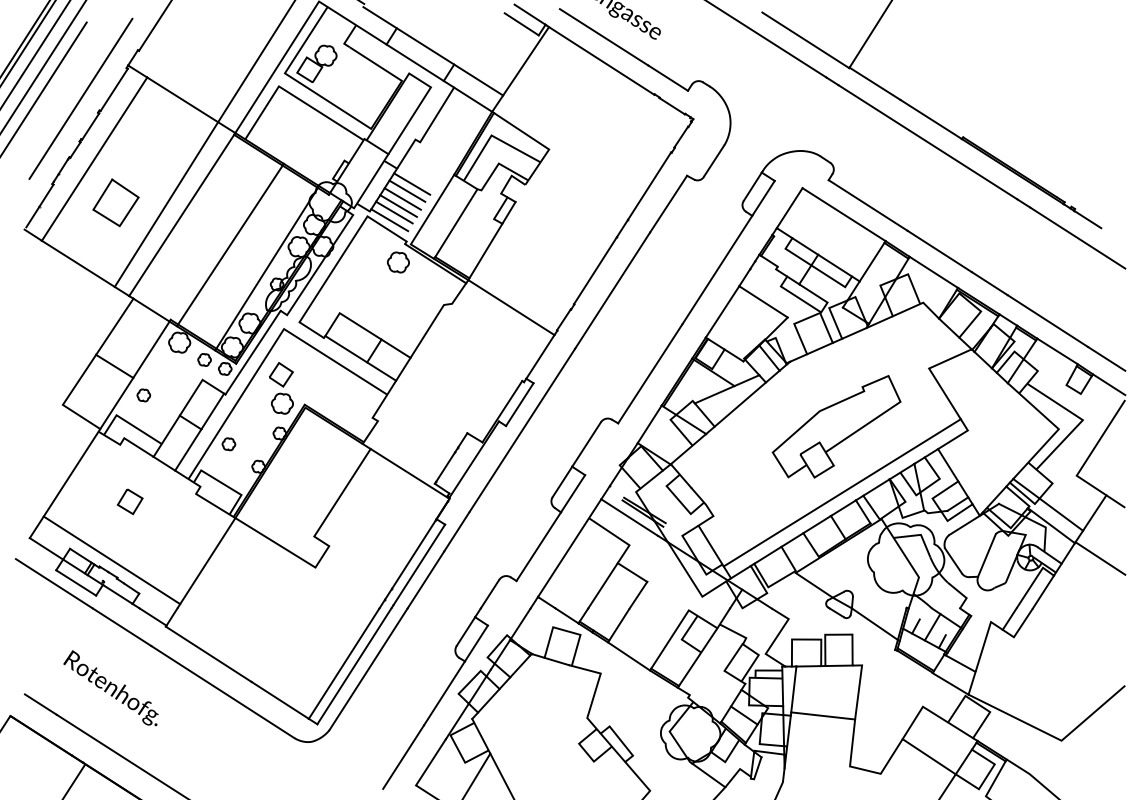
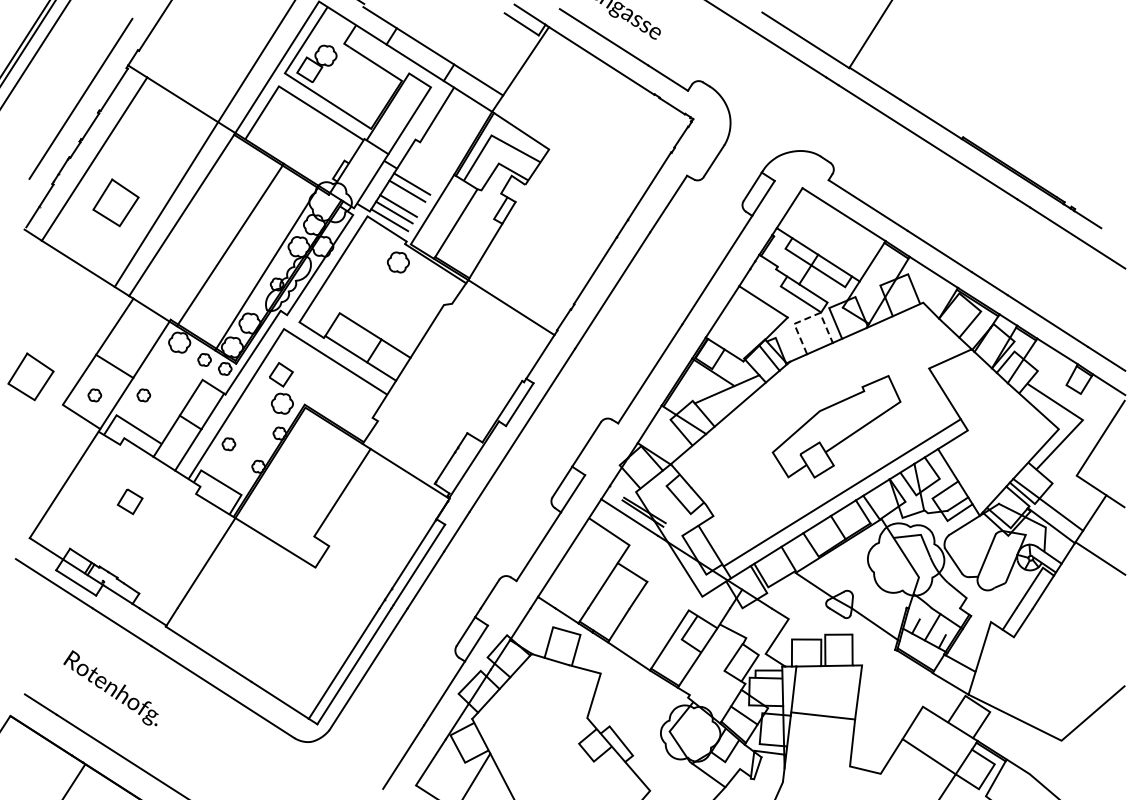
line at (43, 66): present -> none
line at (44, 87): present -> none
line at (402, 198): present -> none
line at (807, 318): solid -> dashed
part at (30, 376): none -> present
part at (94, 395): none -> present
line at (111, 560): present -> none
